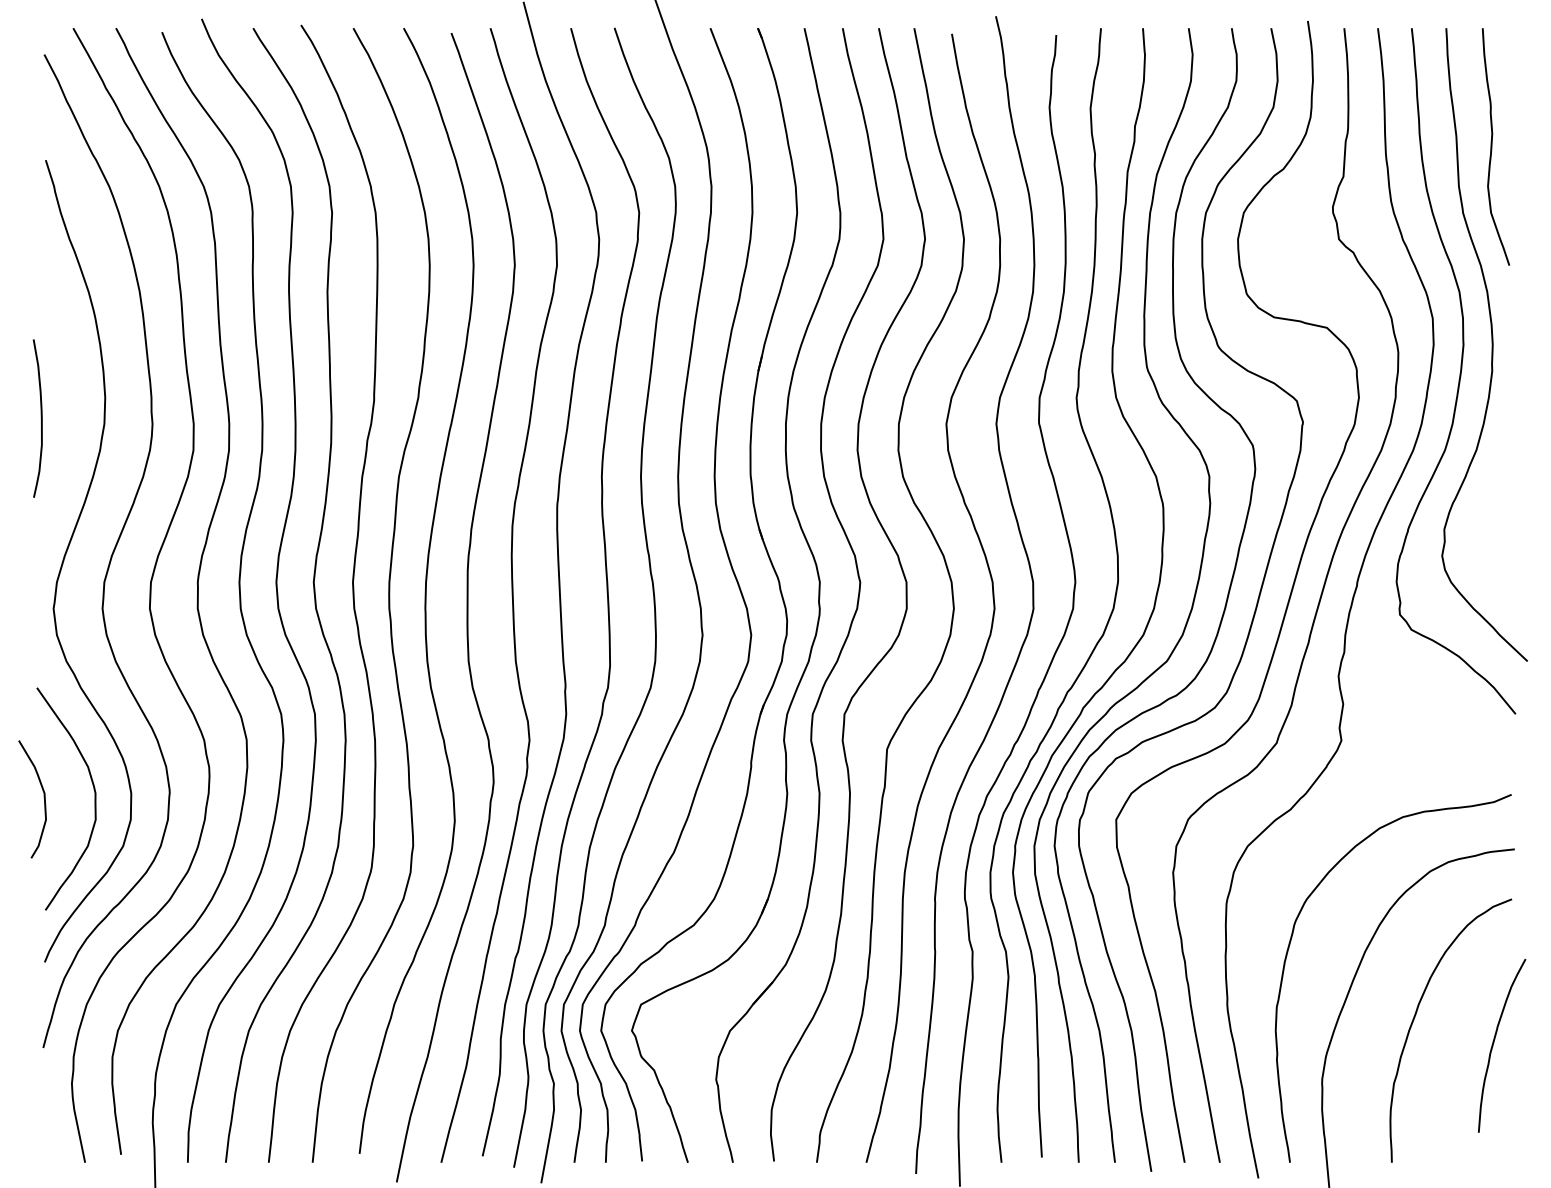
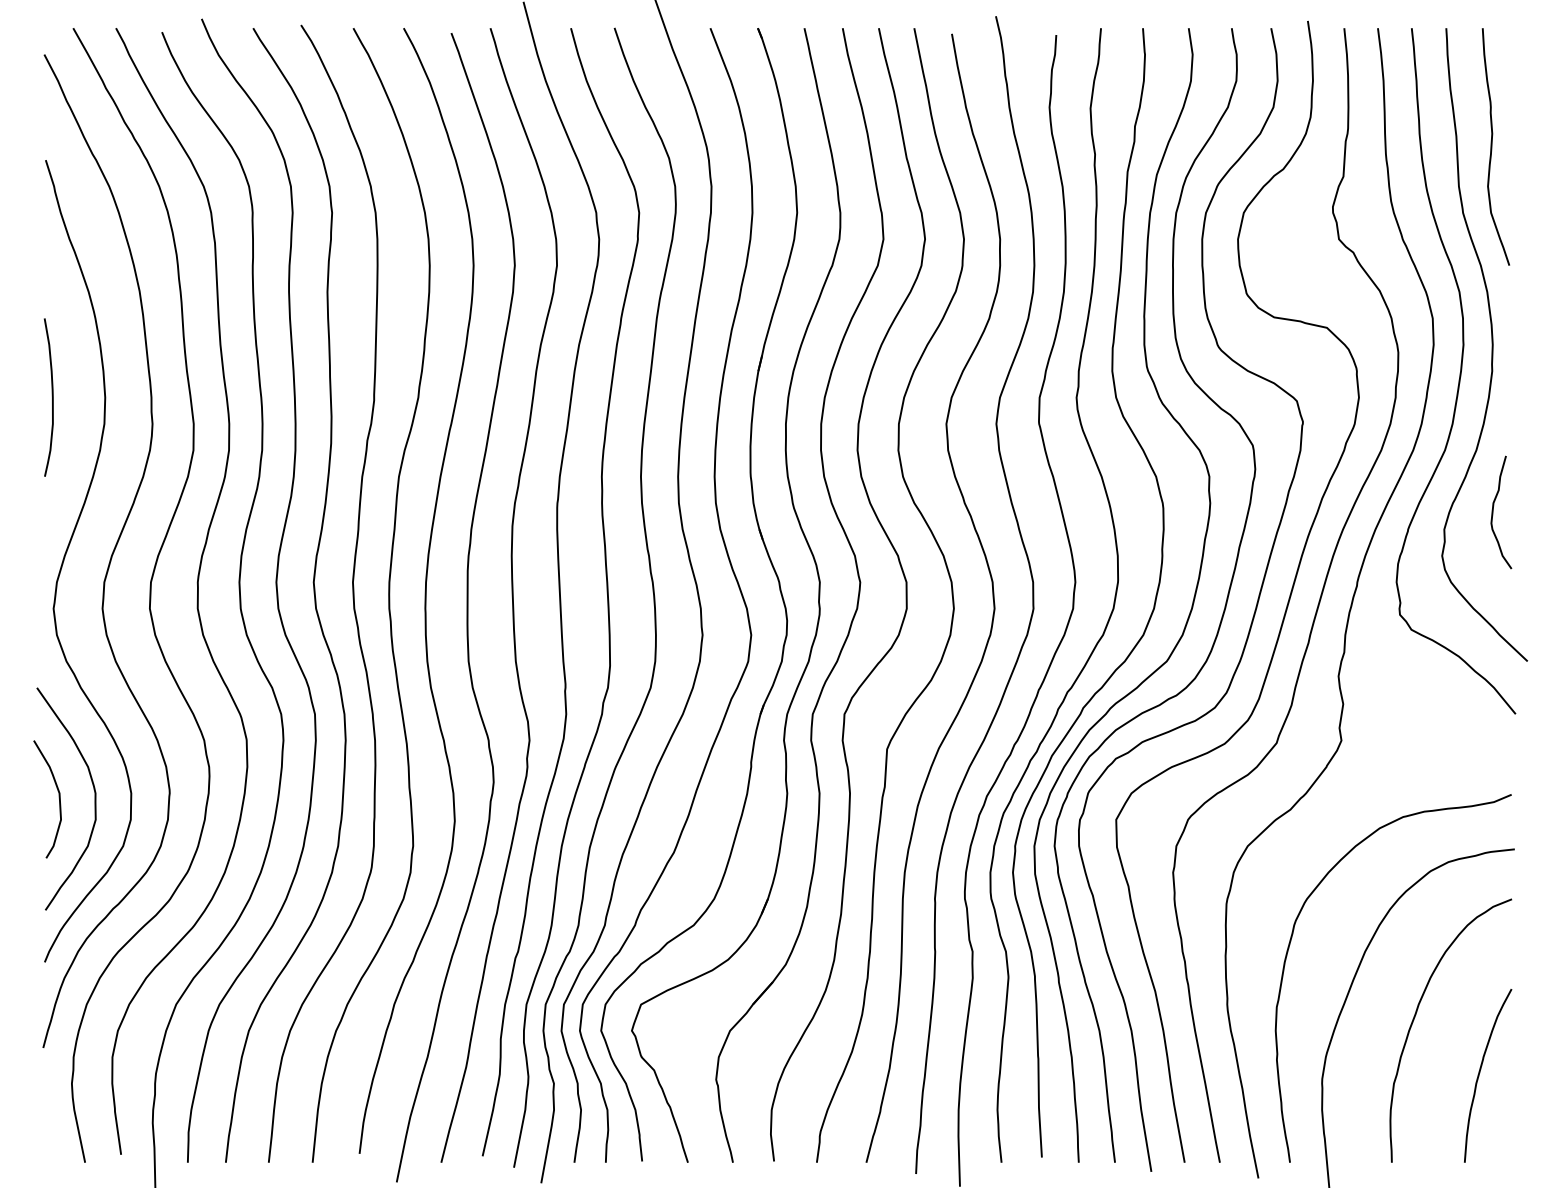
curve at (40, 417) position: (40, 417) -> (51, 396)
curve at (1493, 512): none -> present
curve at (43, 797) position: (43, 797) -> (58, 797)
curve at (1494, 1043) position: (1494, 1043) -> (1480, 1073)
